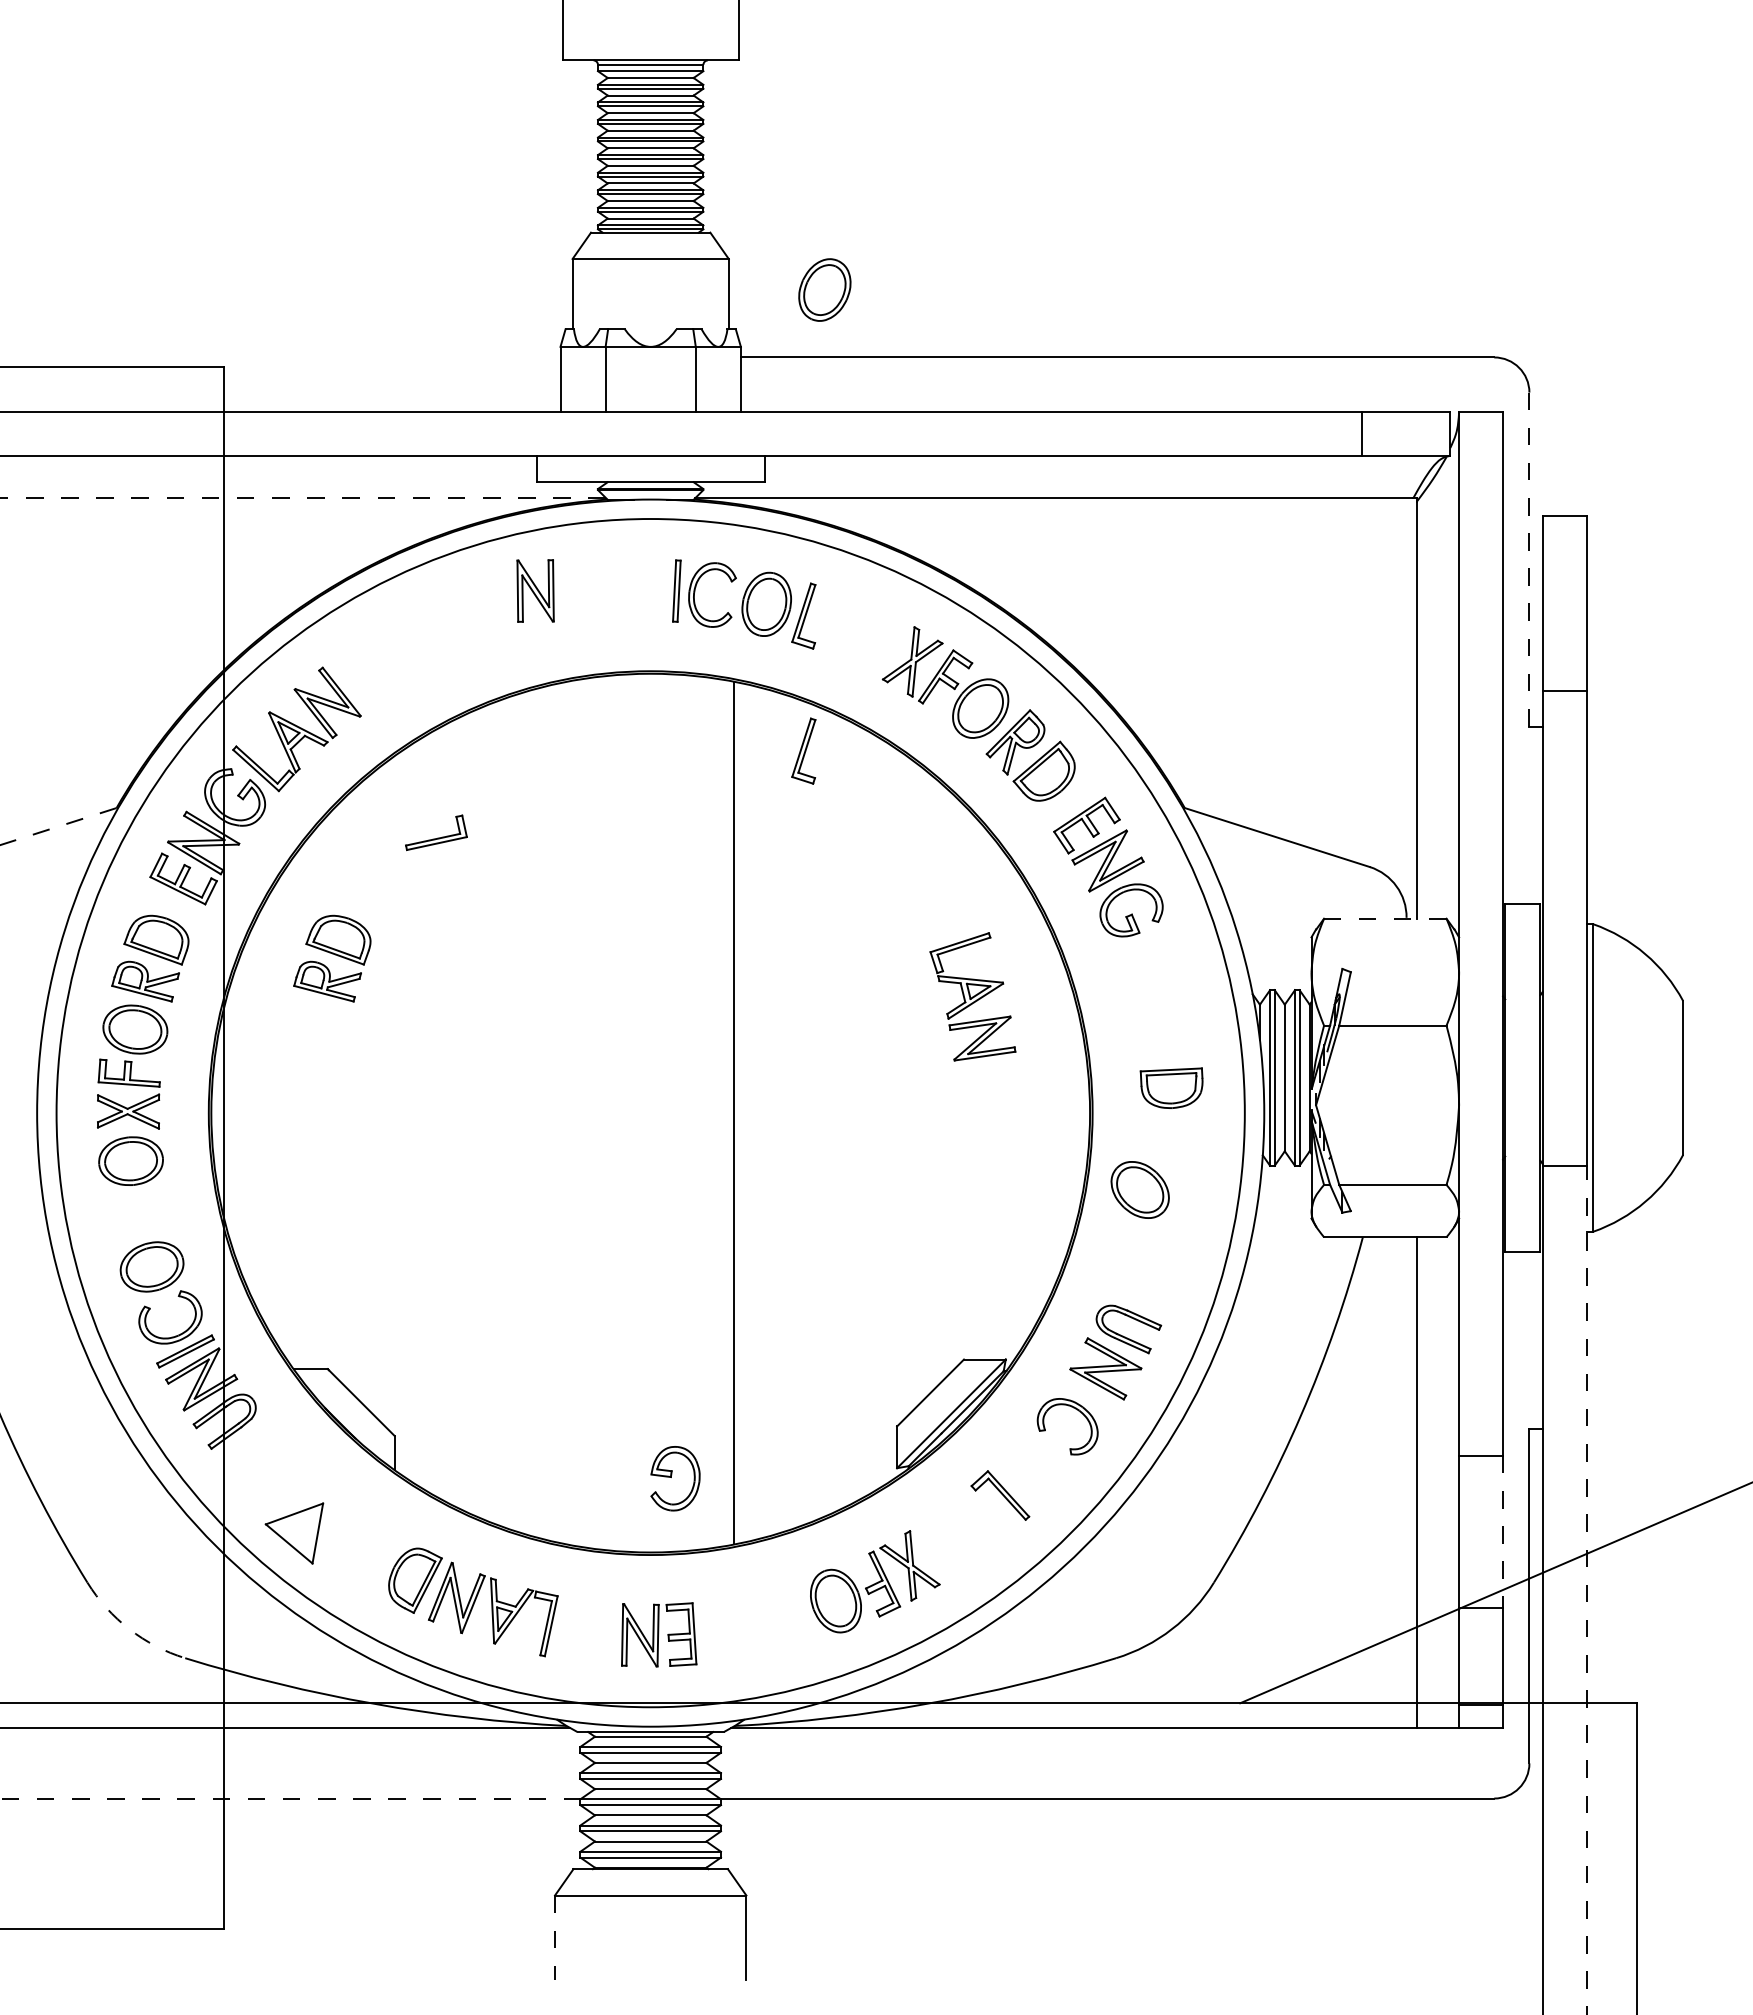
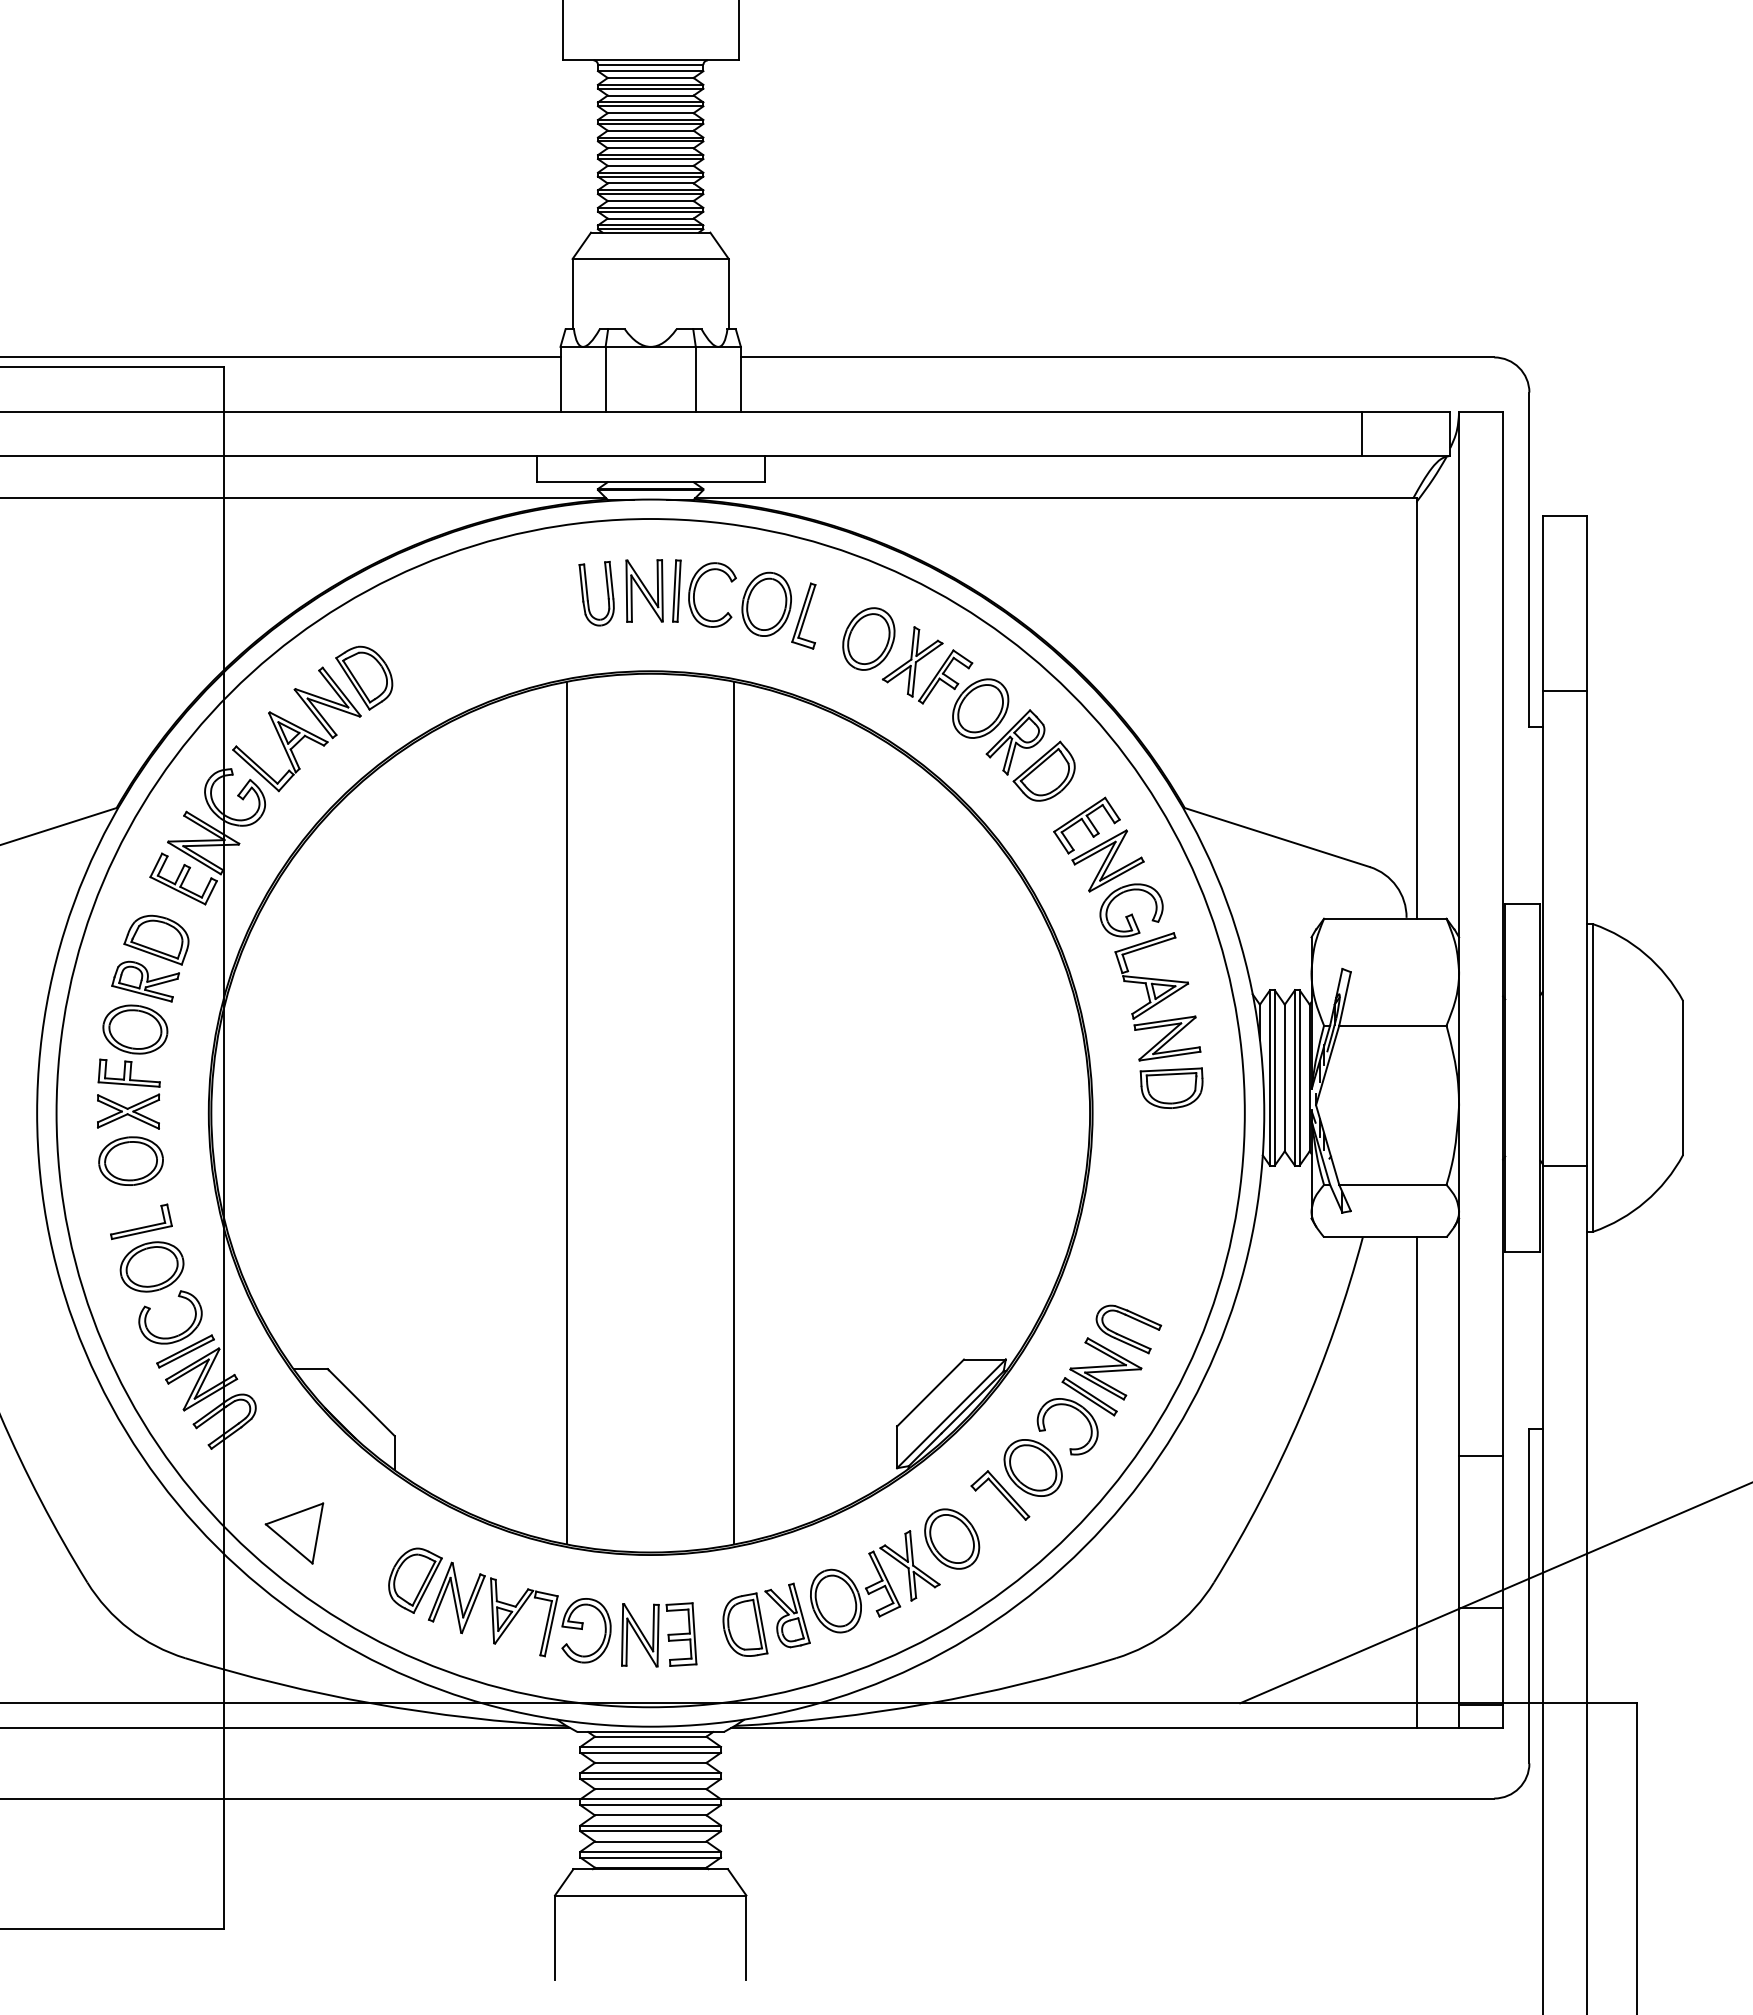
part at (824, 289) position: (824, 289) -> (868, 638)
line at (281, 357): none -> present
line at (302, 498): dashed -> solid
line at (1529, 559): dashed -> solid
part at (535, 590) position: (535, 590) -> (644, 590)
part at (588, 594): none -> present
part at (364, 677): none -> present
part at (803, 750): present -> none
line at (58, 826): dashed -> solid
part at (436, 832) position: (436, 832) -> (141, 1221)
line at (1384, 918): dashed -> solid
part at (332, 958): present -> none
part at (972, 996) position: (972, 996) -> (1157, 996)
line at (567, 1112): none -> present
part at (1139, 1189) position: (1139, 1189) -> (1032, 1467)
part at (1089, 1396): none -> present
part at (675, 1478) position: (675, 1478) -> (586, 1630)
line at (1503, 1532): dashed -> solid
part at (952, 1538): none -> present
line at (1586, 1589): dashed -> solid
part at (766, 1619): none -> present
arc at (129, 1629): dashed -> solid
line at (290, 1798): dashed -> solid
line at (555, 1938): dashed -> solid
